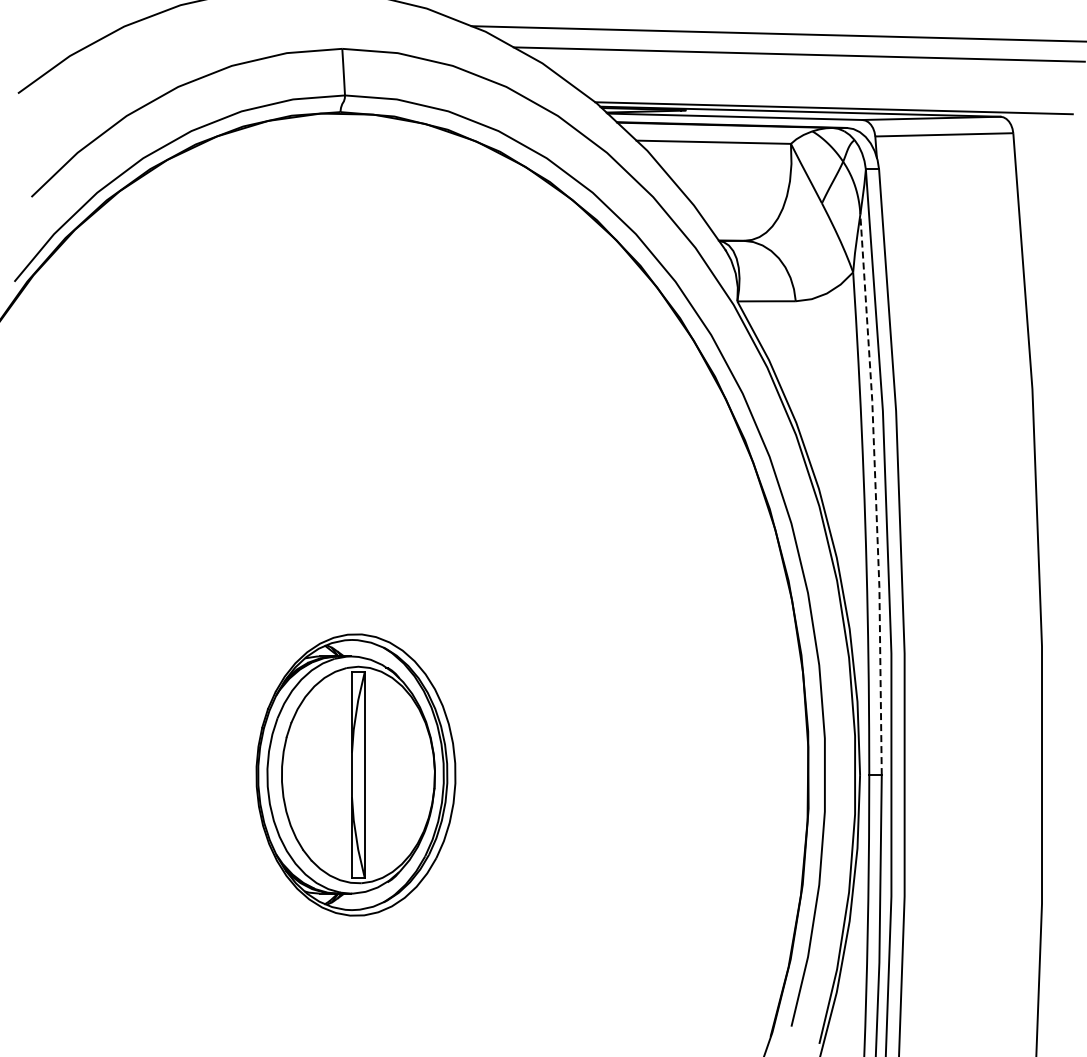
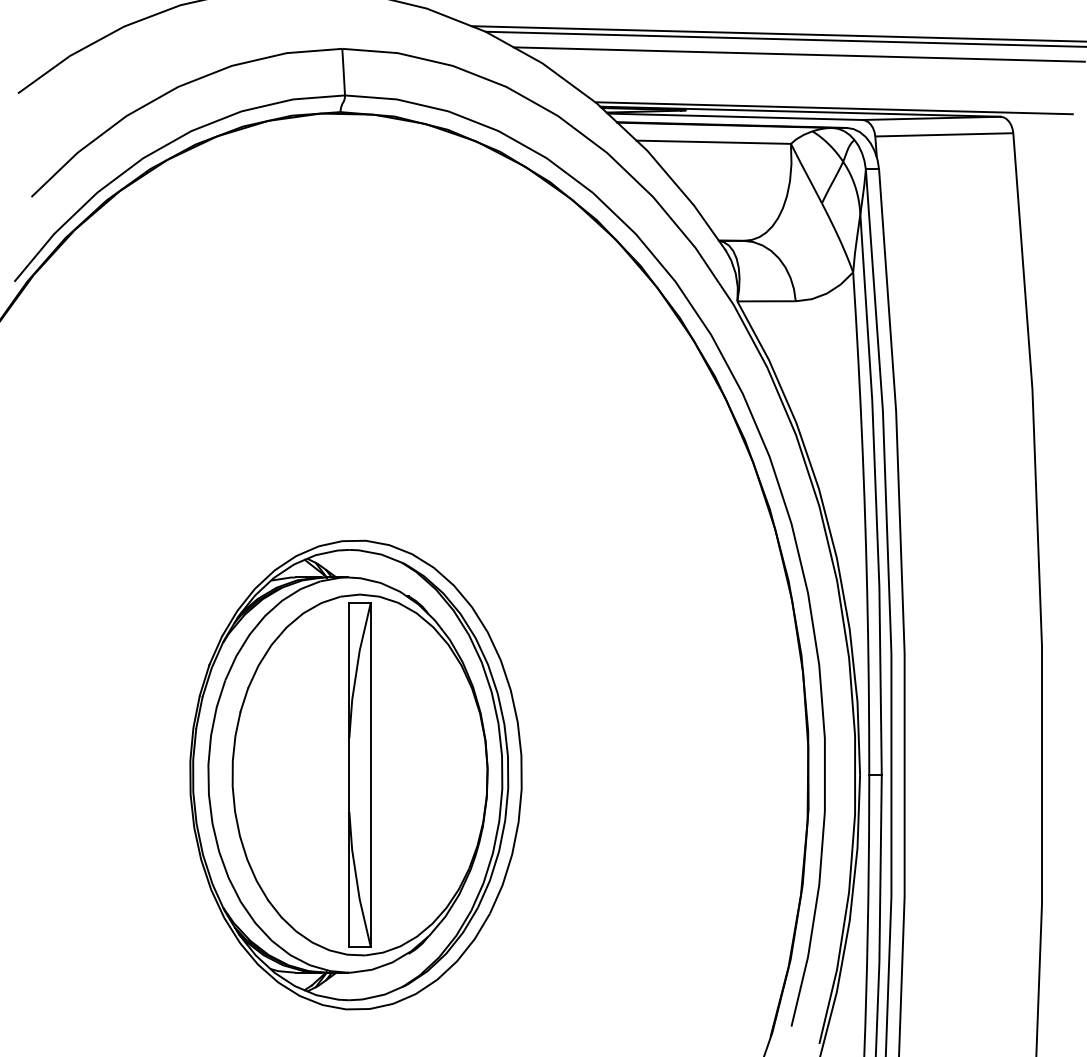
line at (784, 38): none -> present
line at (875, 494): dashed -> solid
part at (355, 774) size: 202x284 px -> 334x472 px
